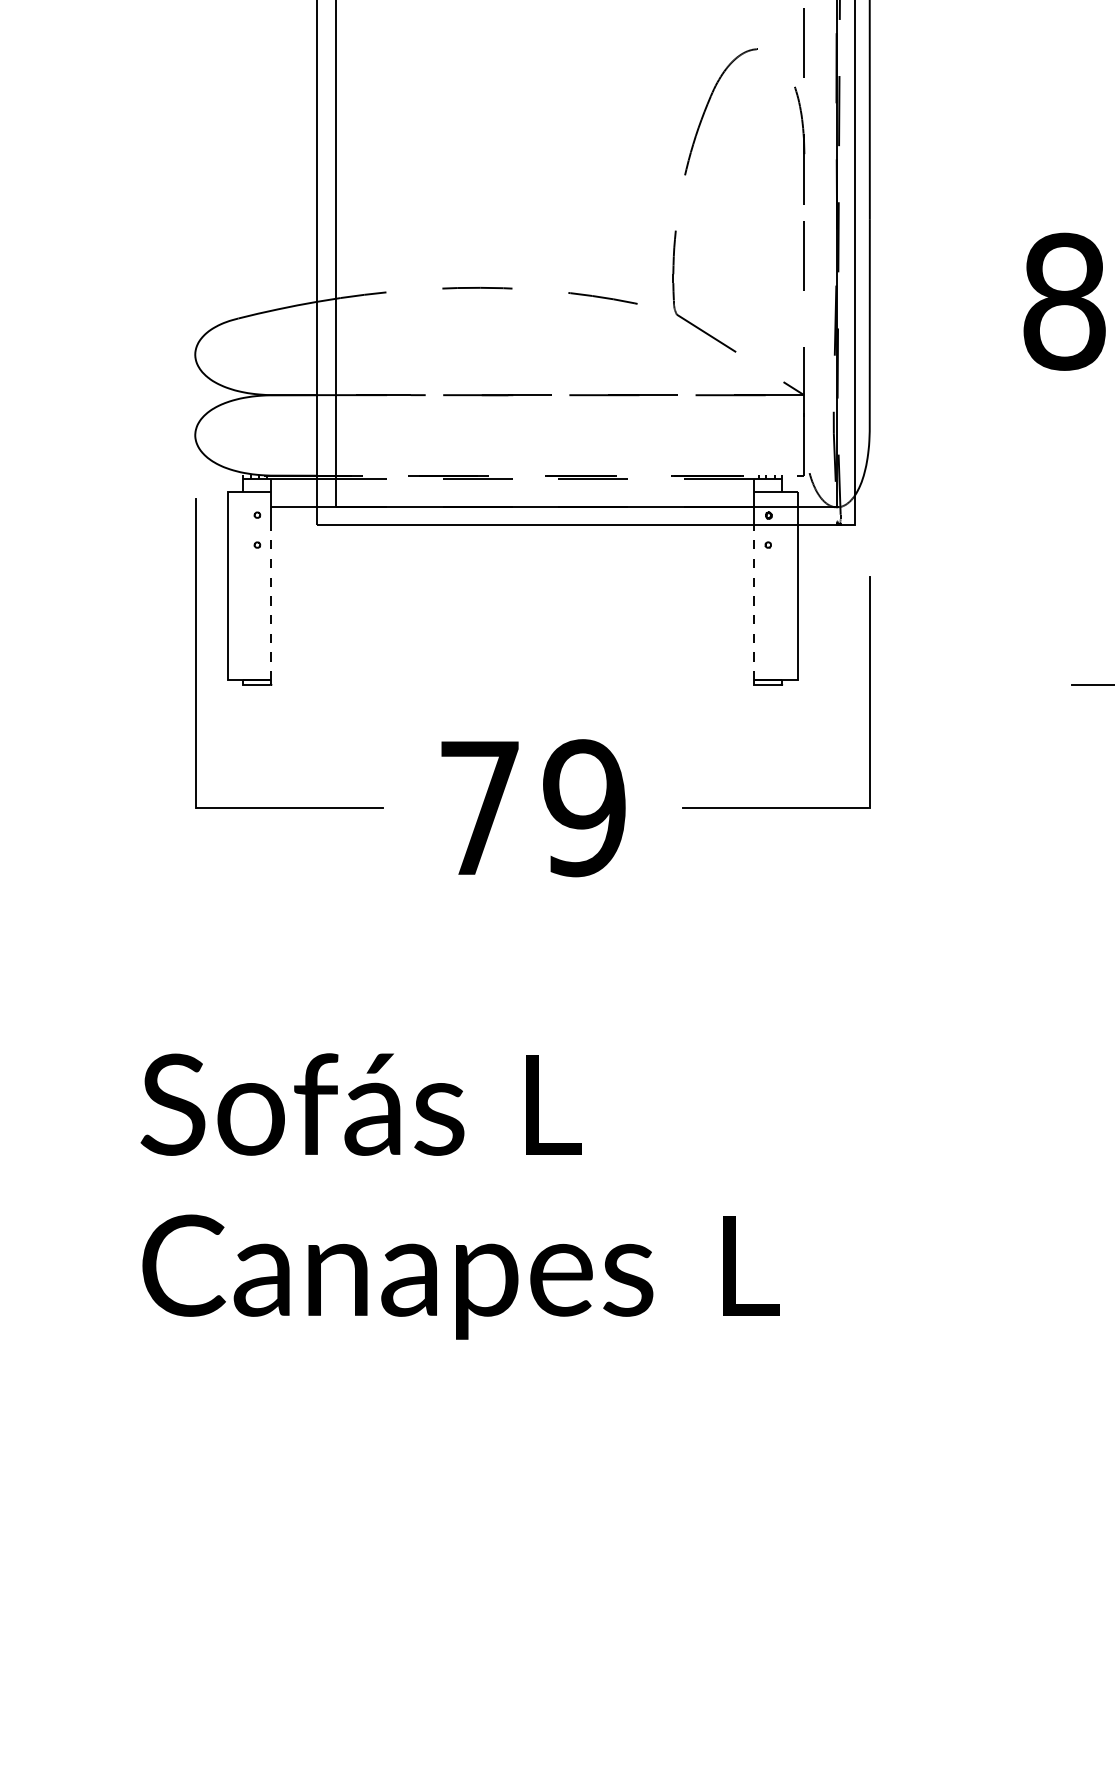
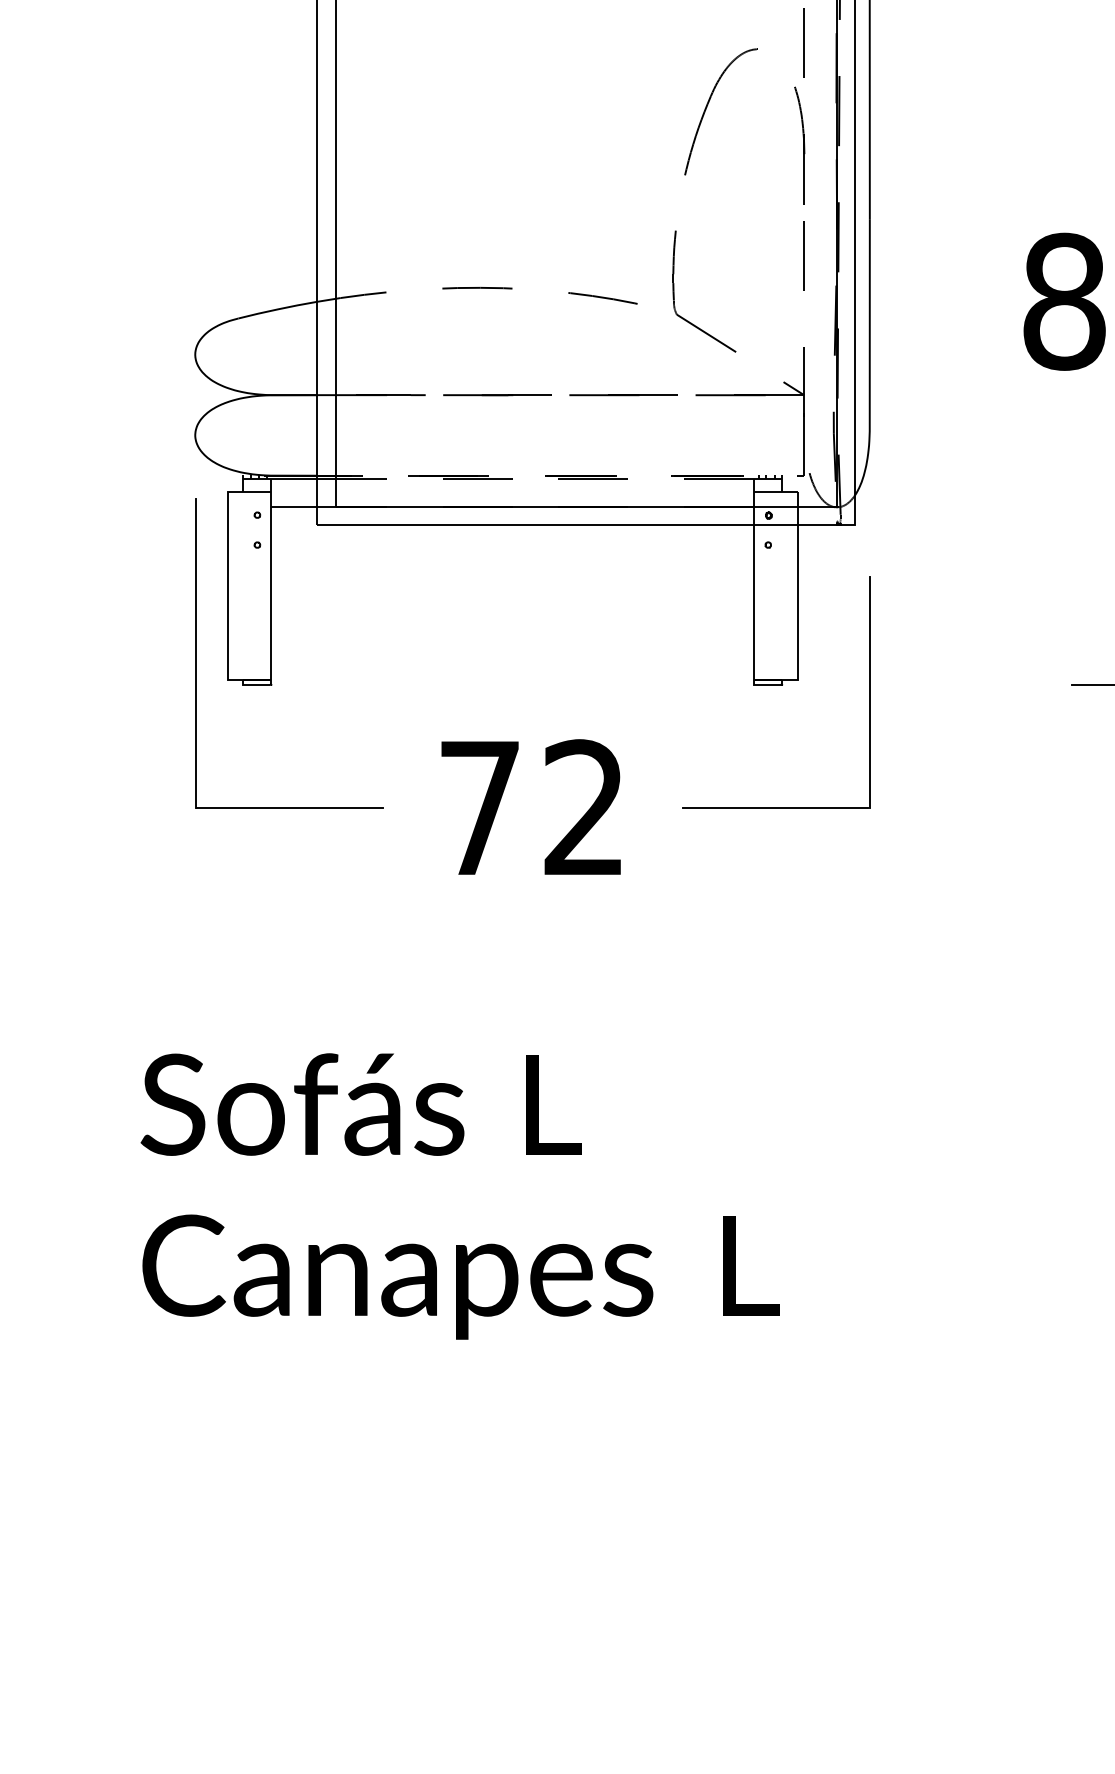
line at (271, 602): dashed -> solid
line at (754, 602): dashed -> solid
text at (584, 808): 79 -> 72
